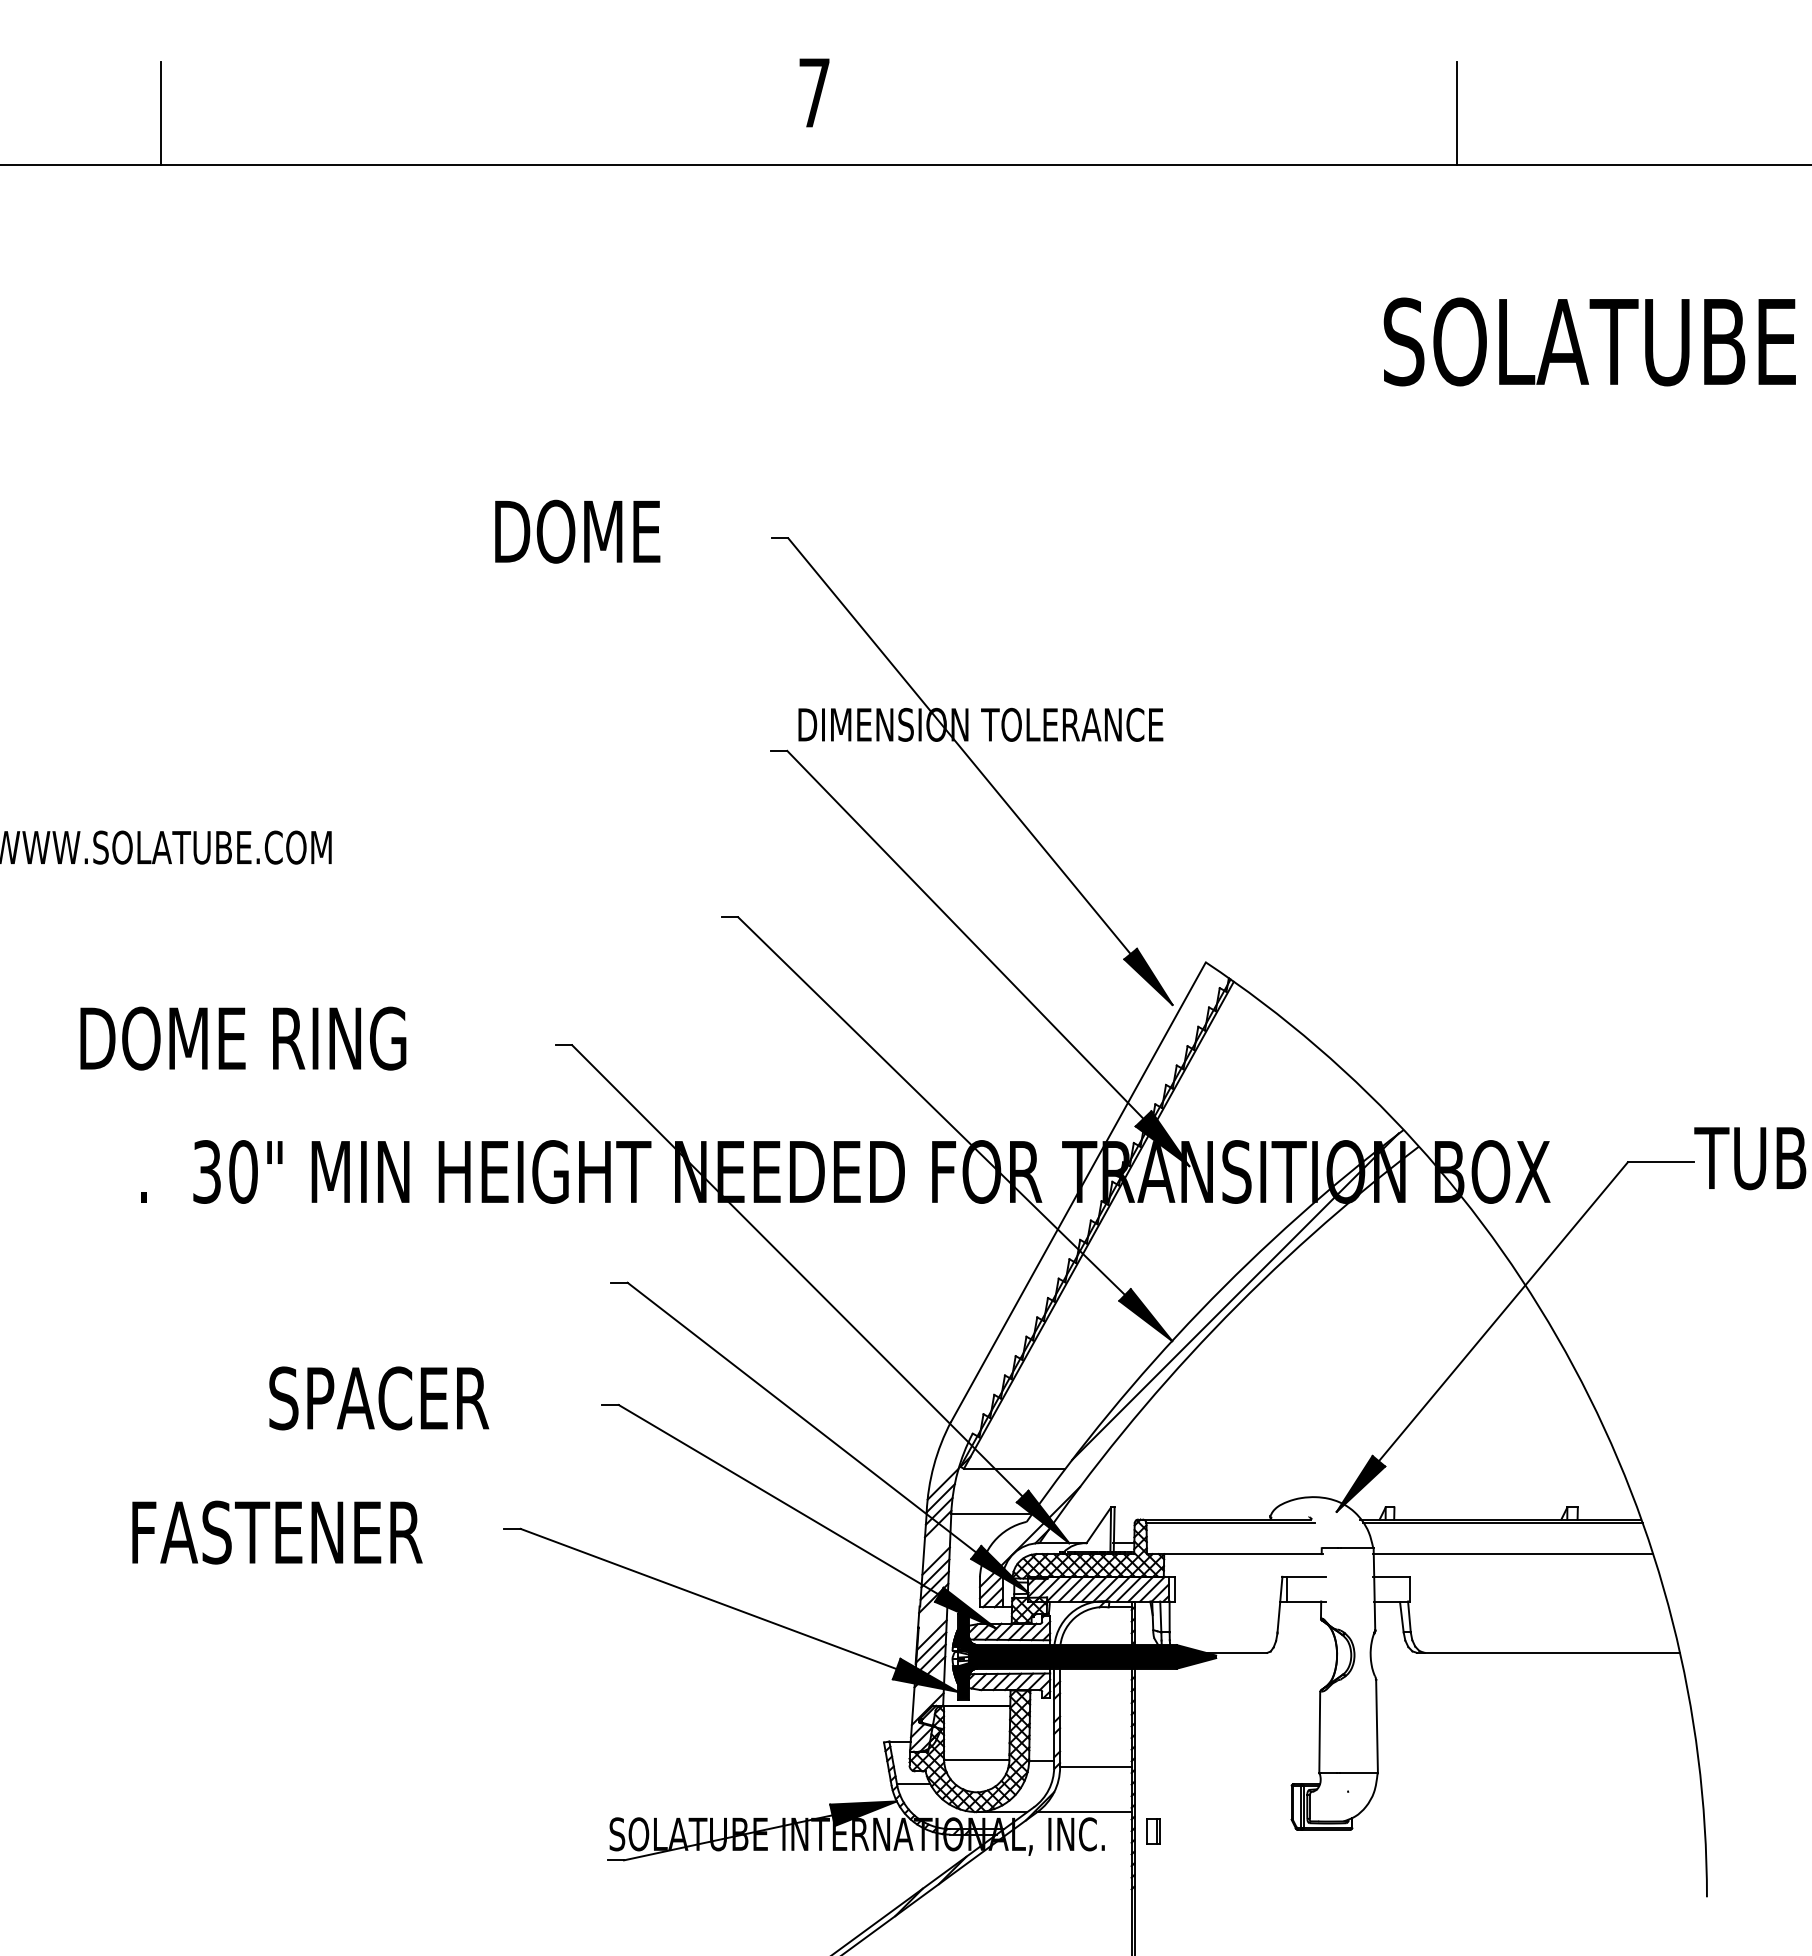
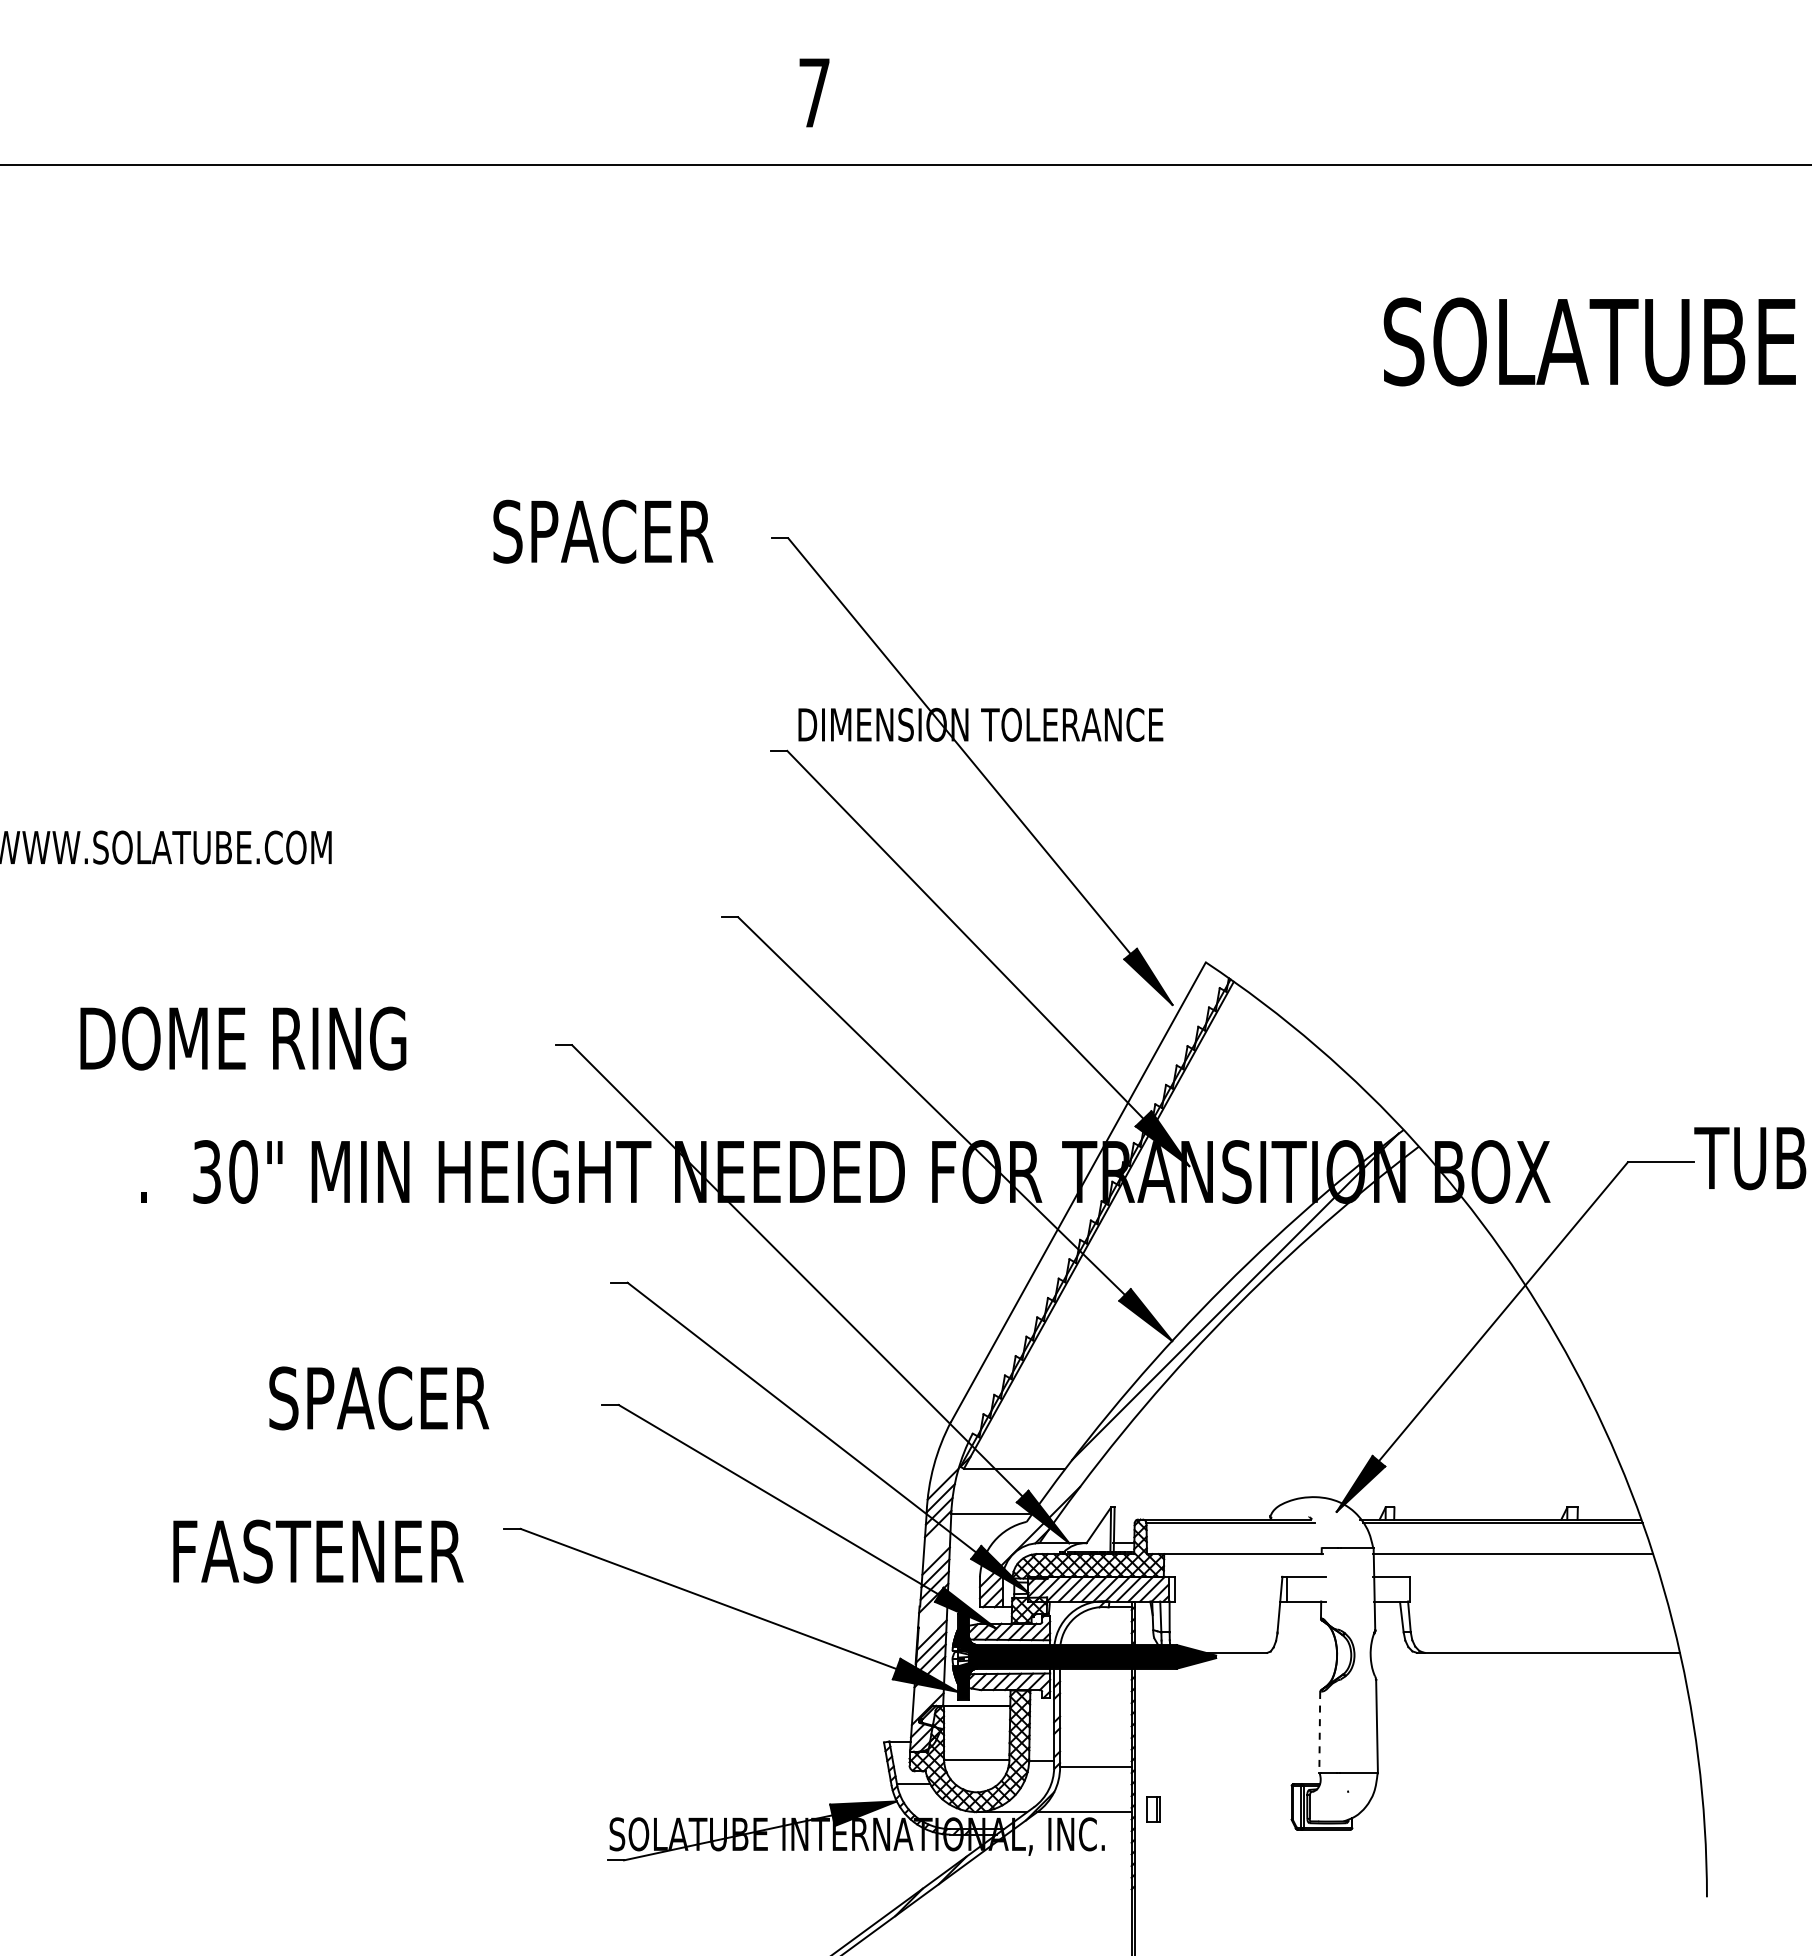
line at (161, 113): present -> none
line at (1457, 113): present -> none
text at (603, 531): DOME -> SPACER
text at (277, 1532) position: (277, 1532) -> (318, 1551)
line at (1319, 1732): solid -> dashed
part at (1153, 1831) position: (1153, 1831) -> (1153, 1809)
